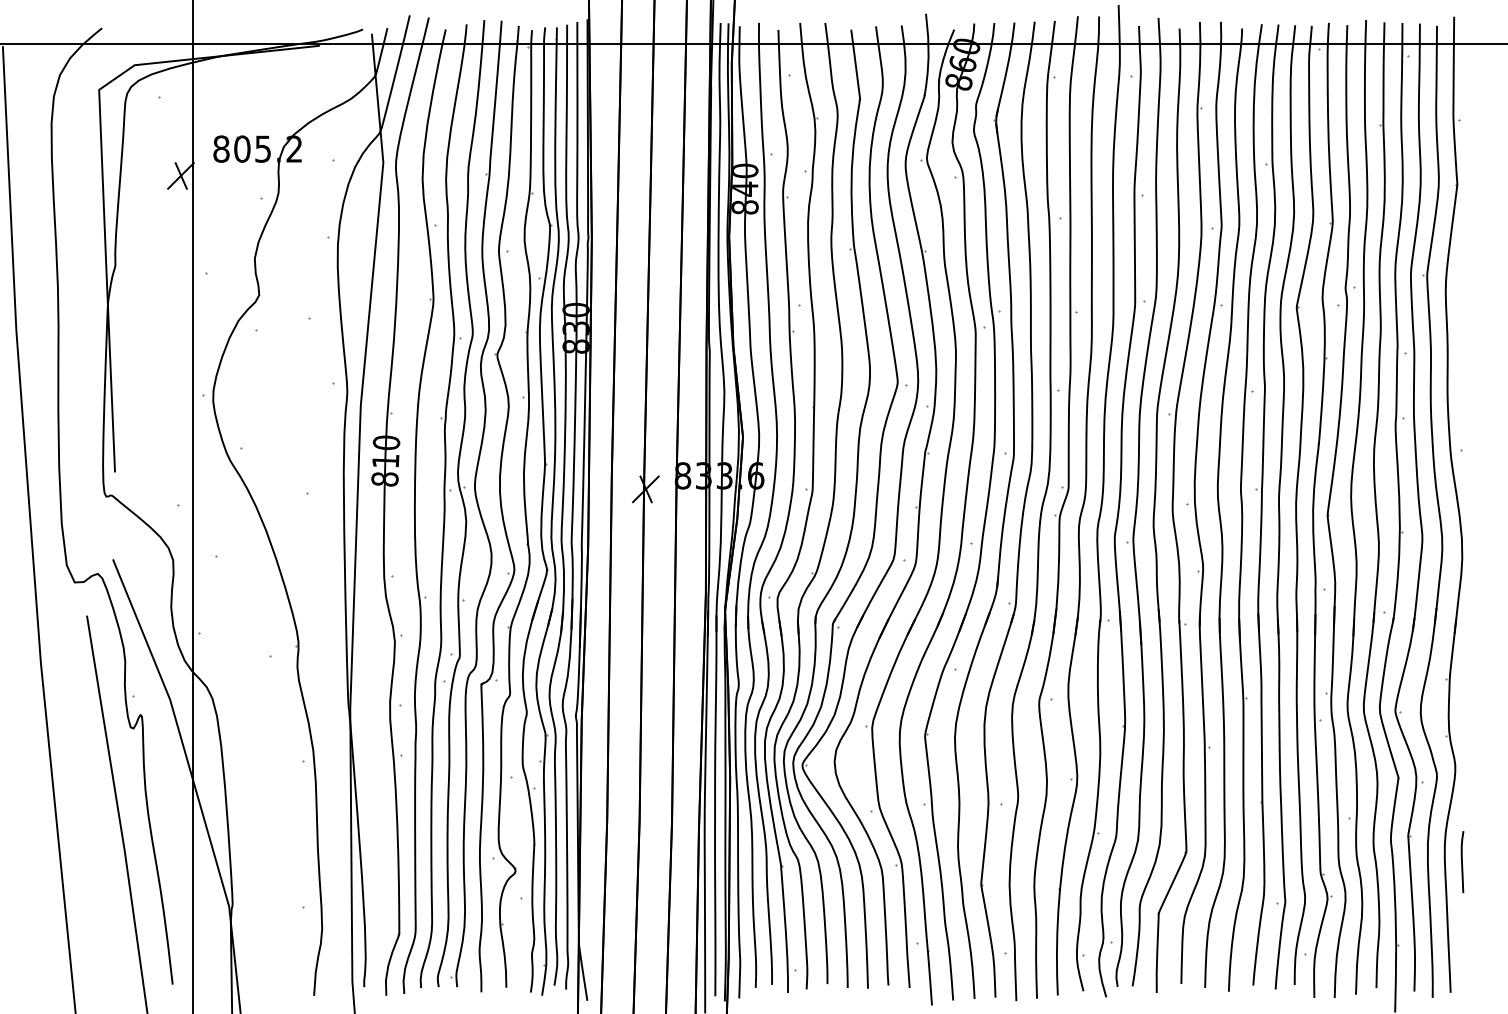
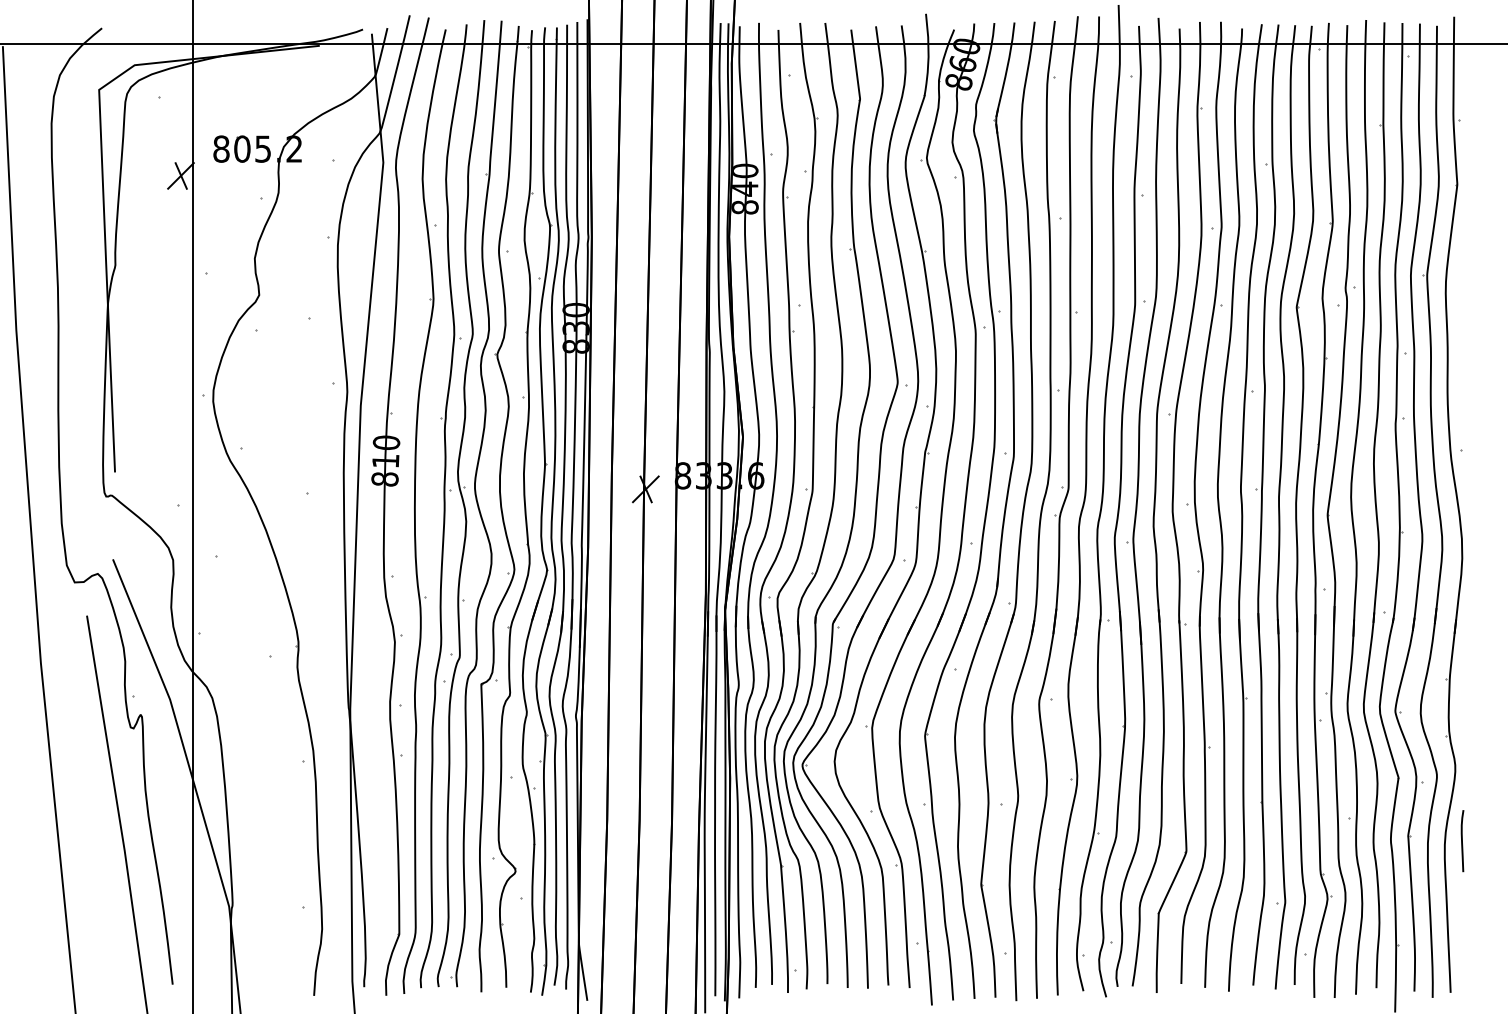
curve at (1462, 862) position: (1462, 862) -> (1462, 841)
